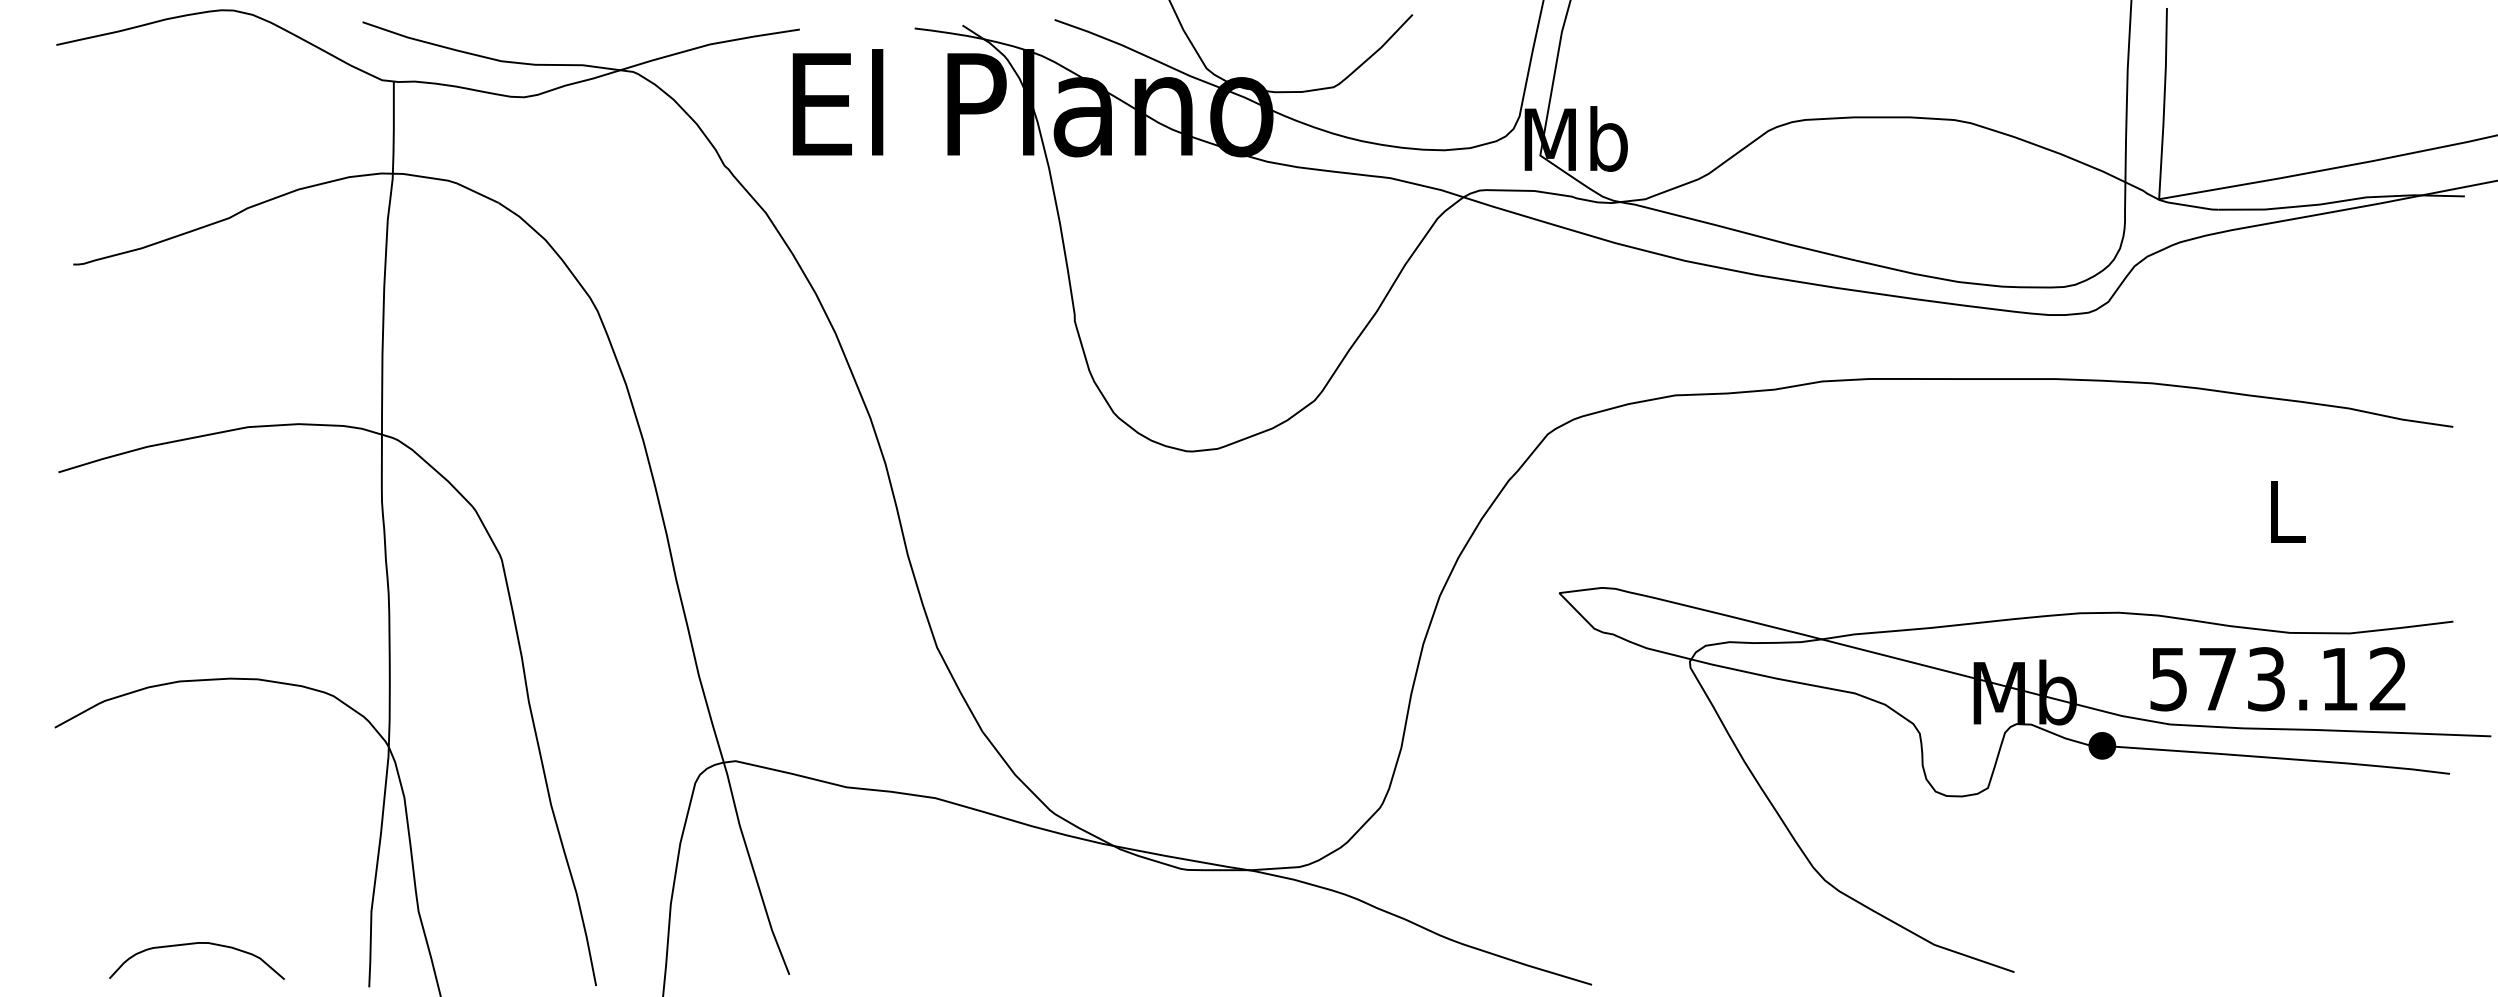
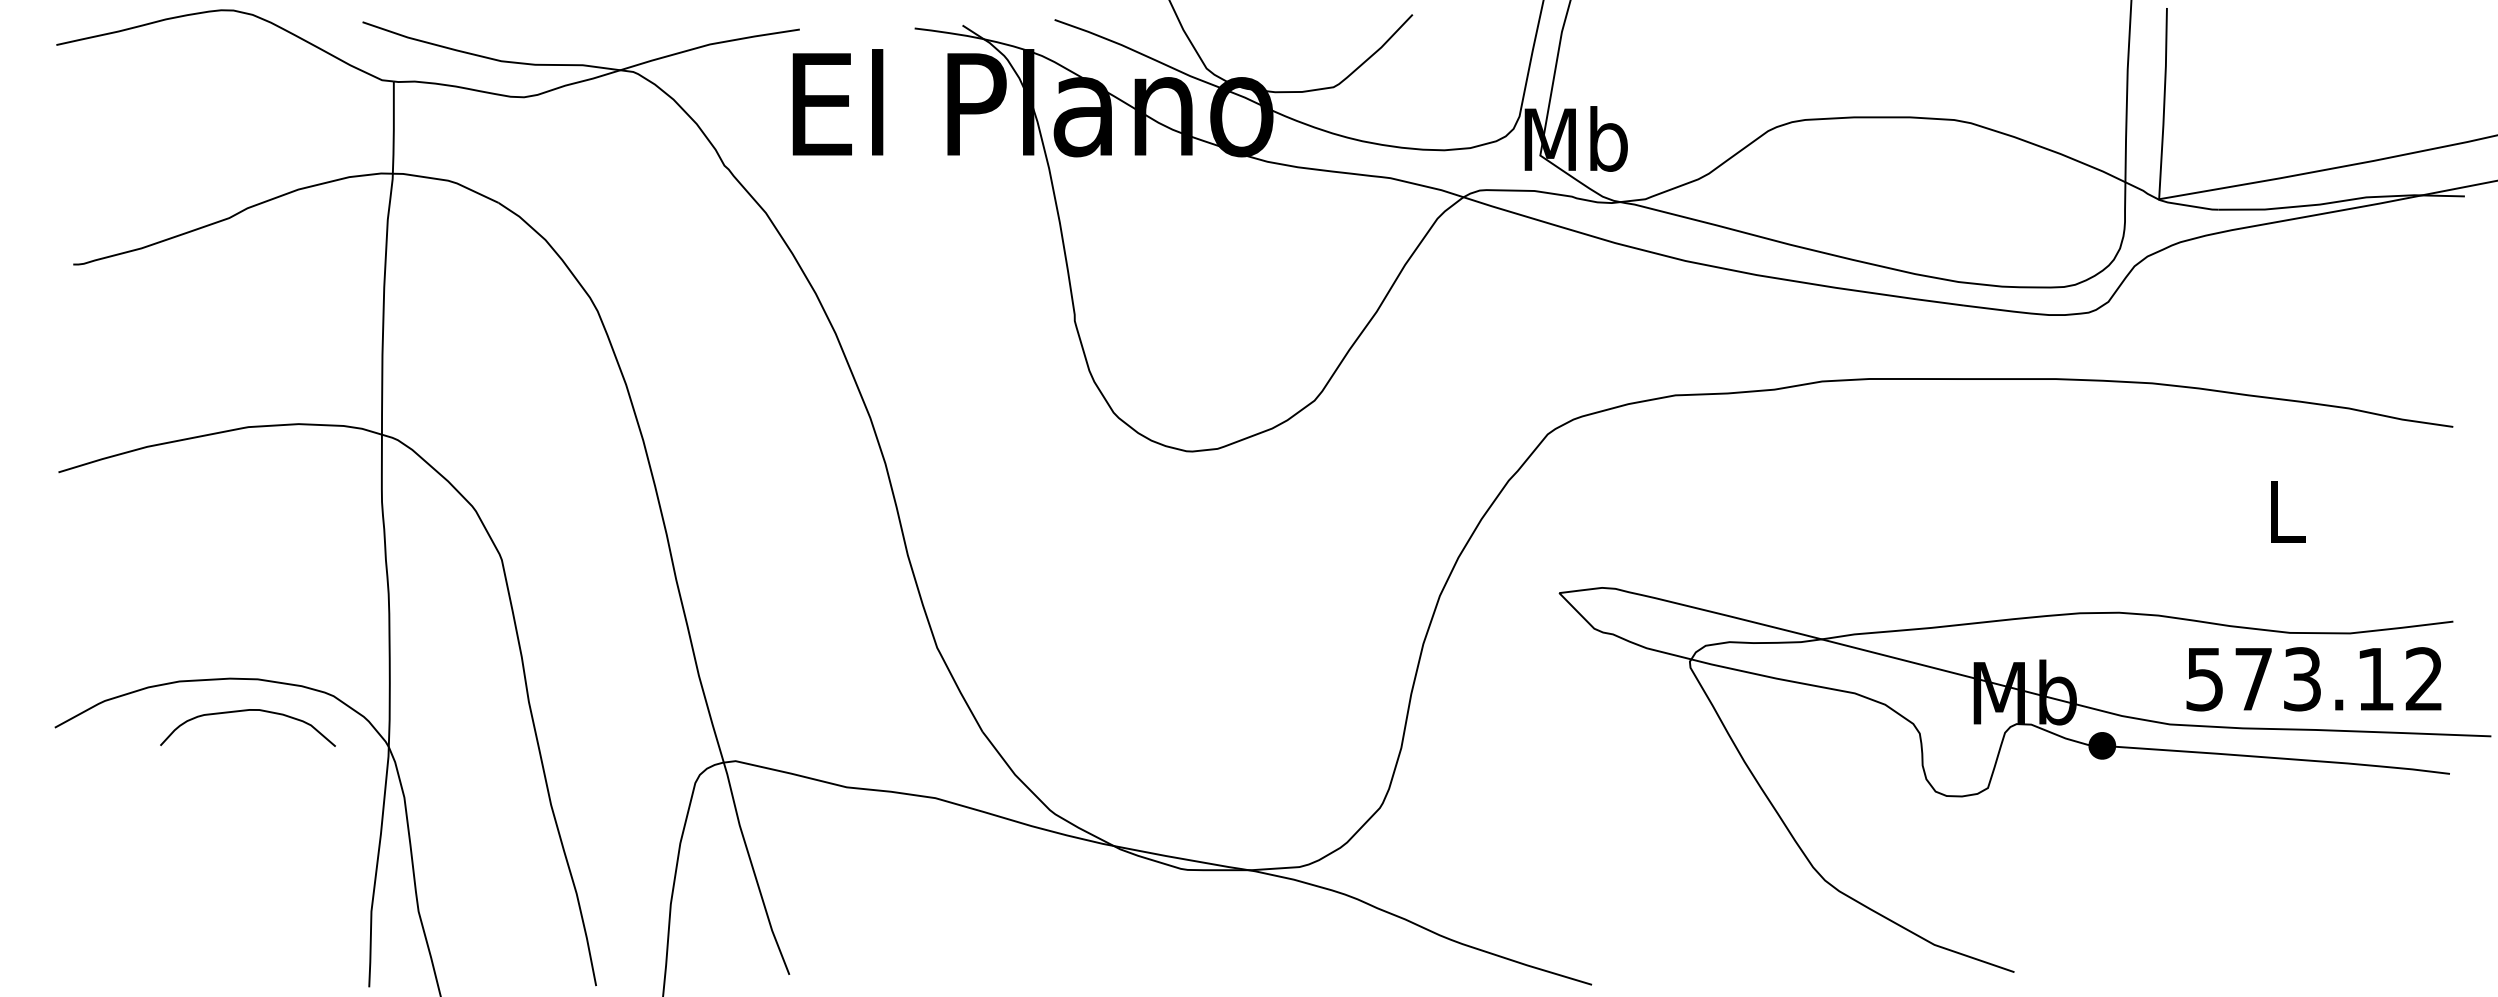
text at (2277, 679) position: (2277, 679) -> (2313, 679)
curve at (196, 944) position: (196, 944) -> (247, 711)
